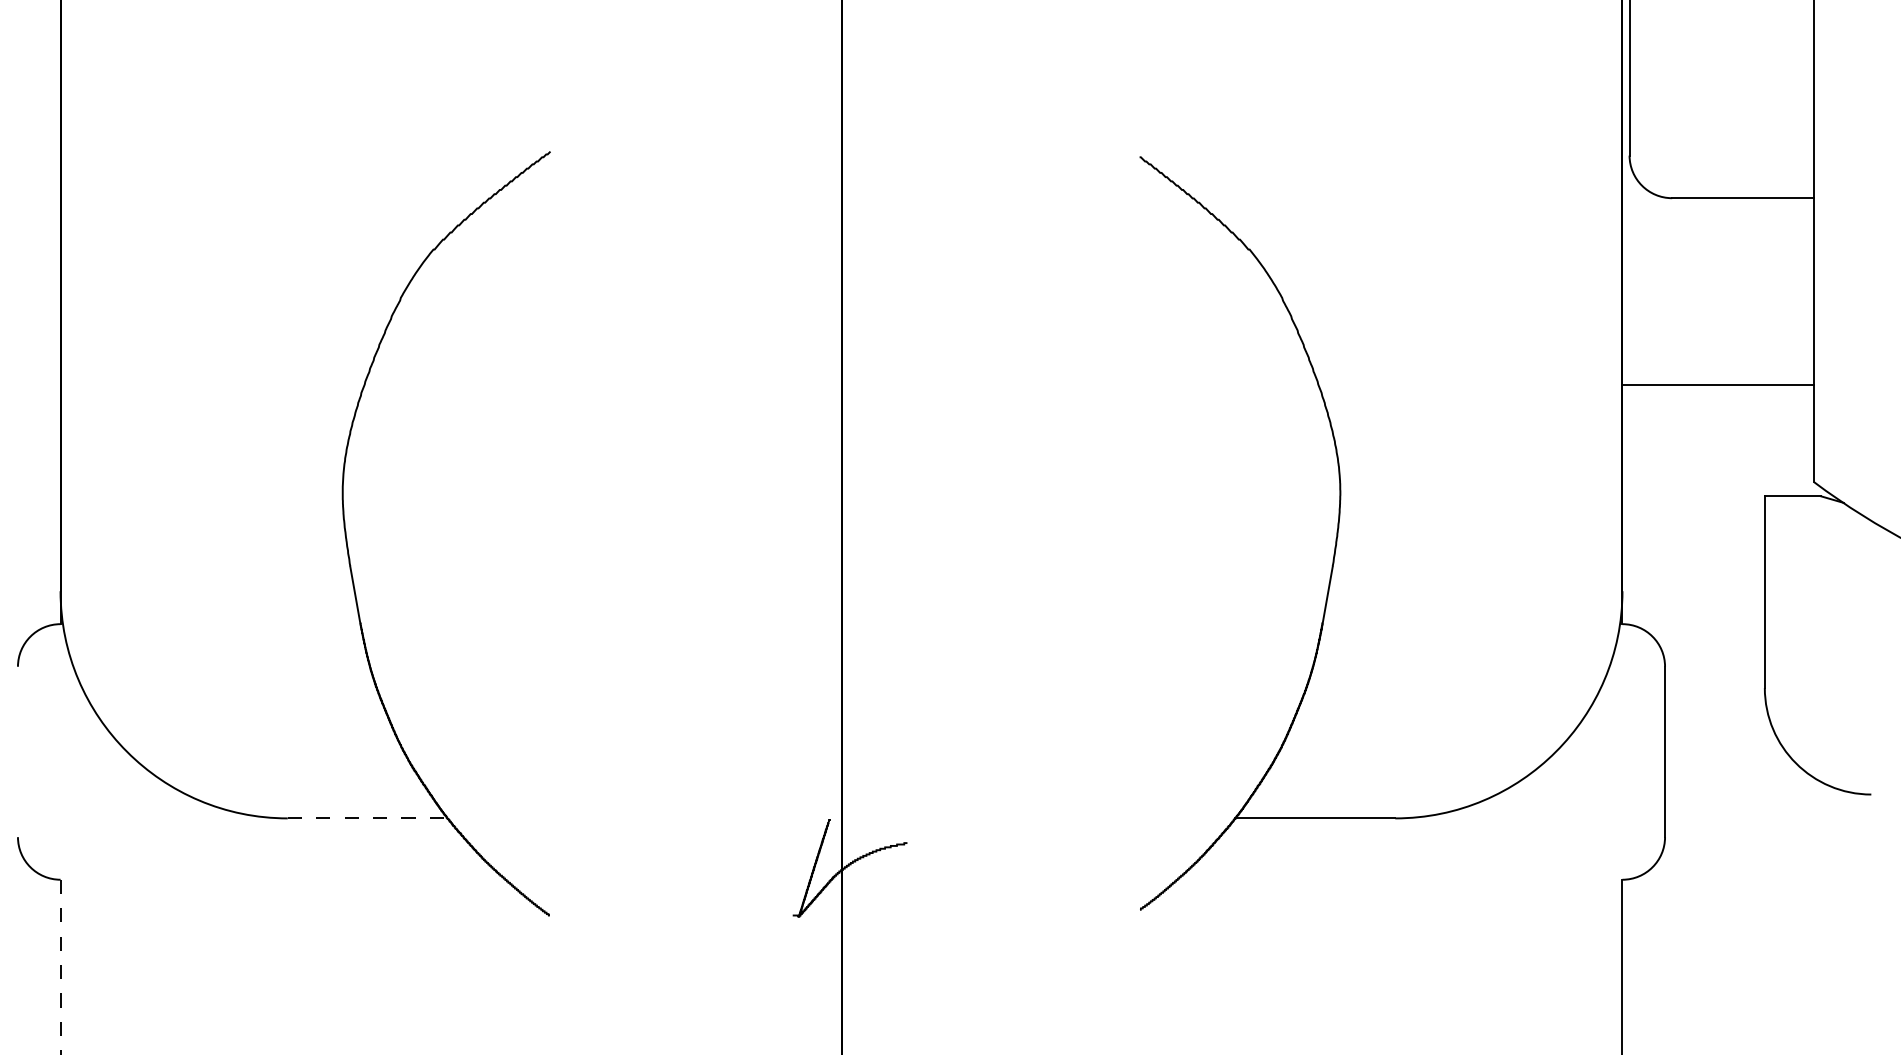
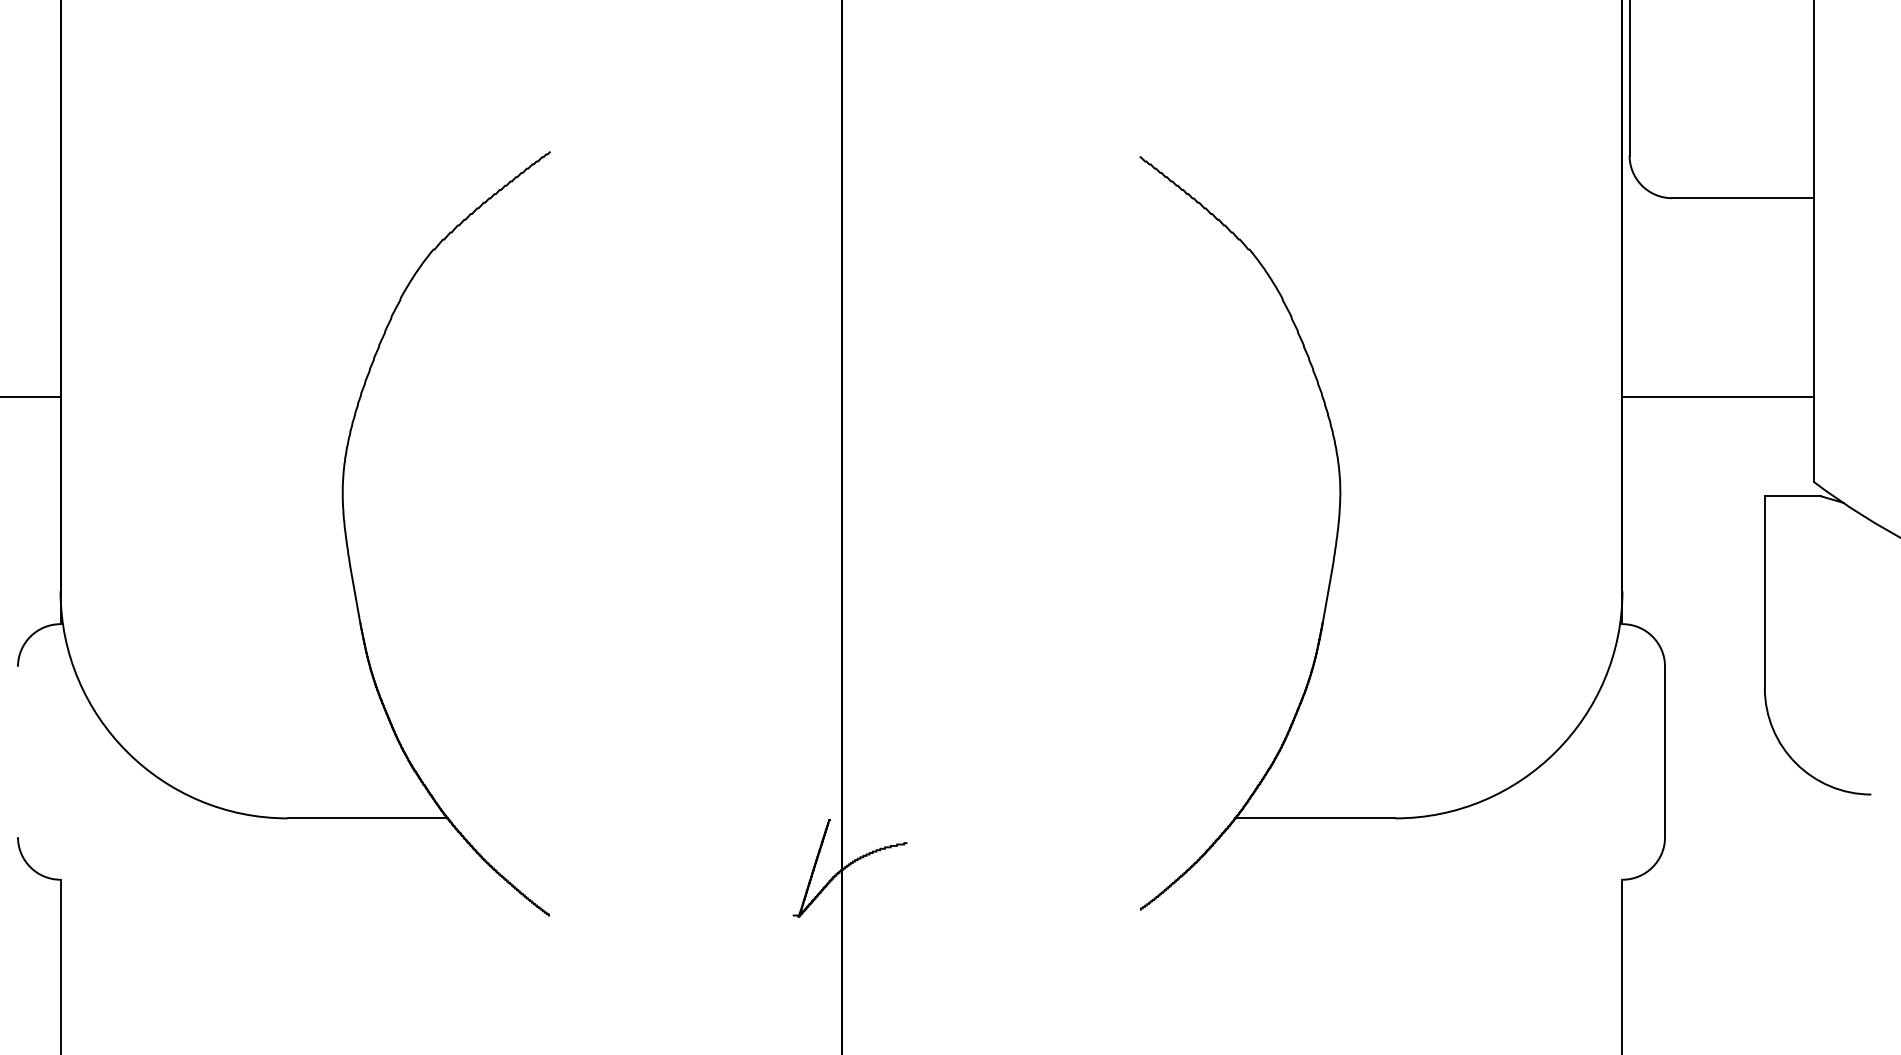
line at (1718, 384) position: (1718, 384) -> (1718, 396)
line at (31, 396): none -> present
line at (368, 818): dashed -> solid
line at (60, 966): dashed -> solid
